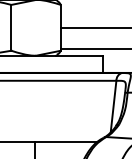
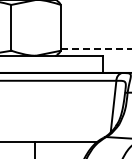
line at (94, 28): present -> none
line at (96, 48): solid -> dashed
